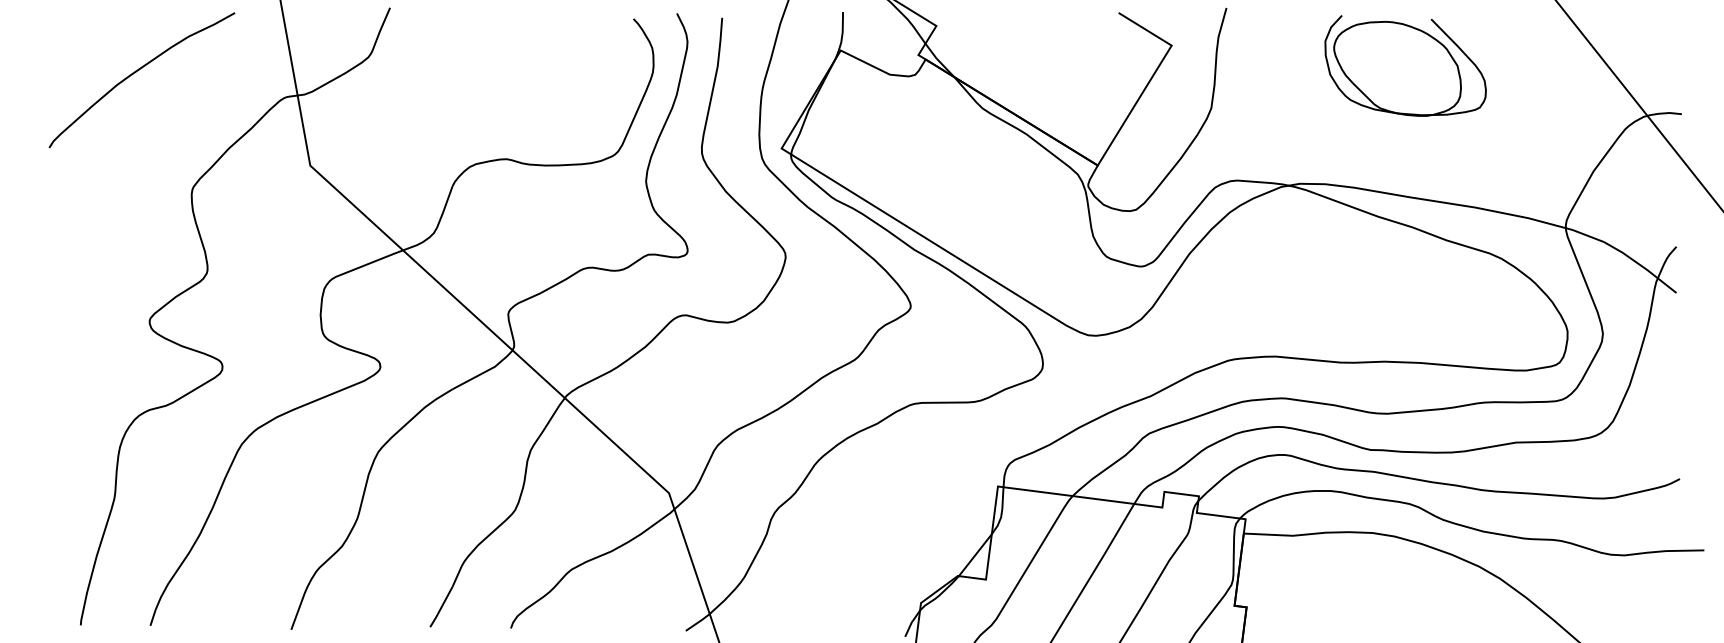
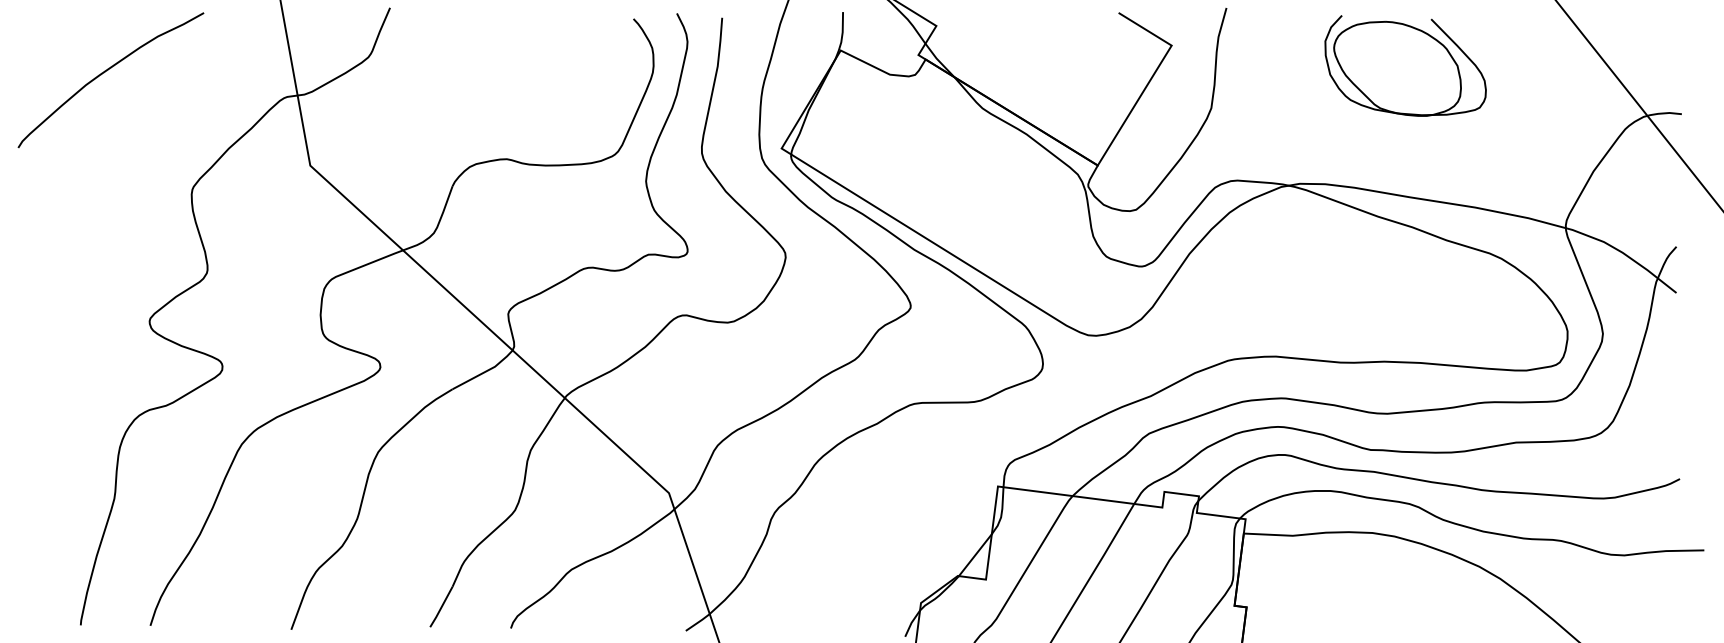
curve at (135, 73) position: (135, 73) -> (104, 73)
